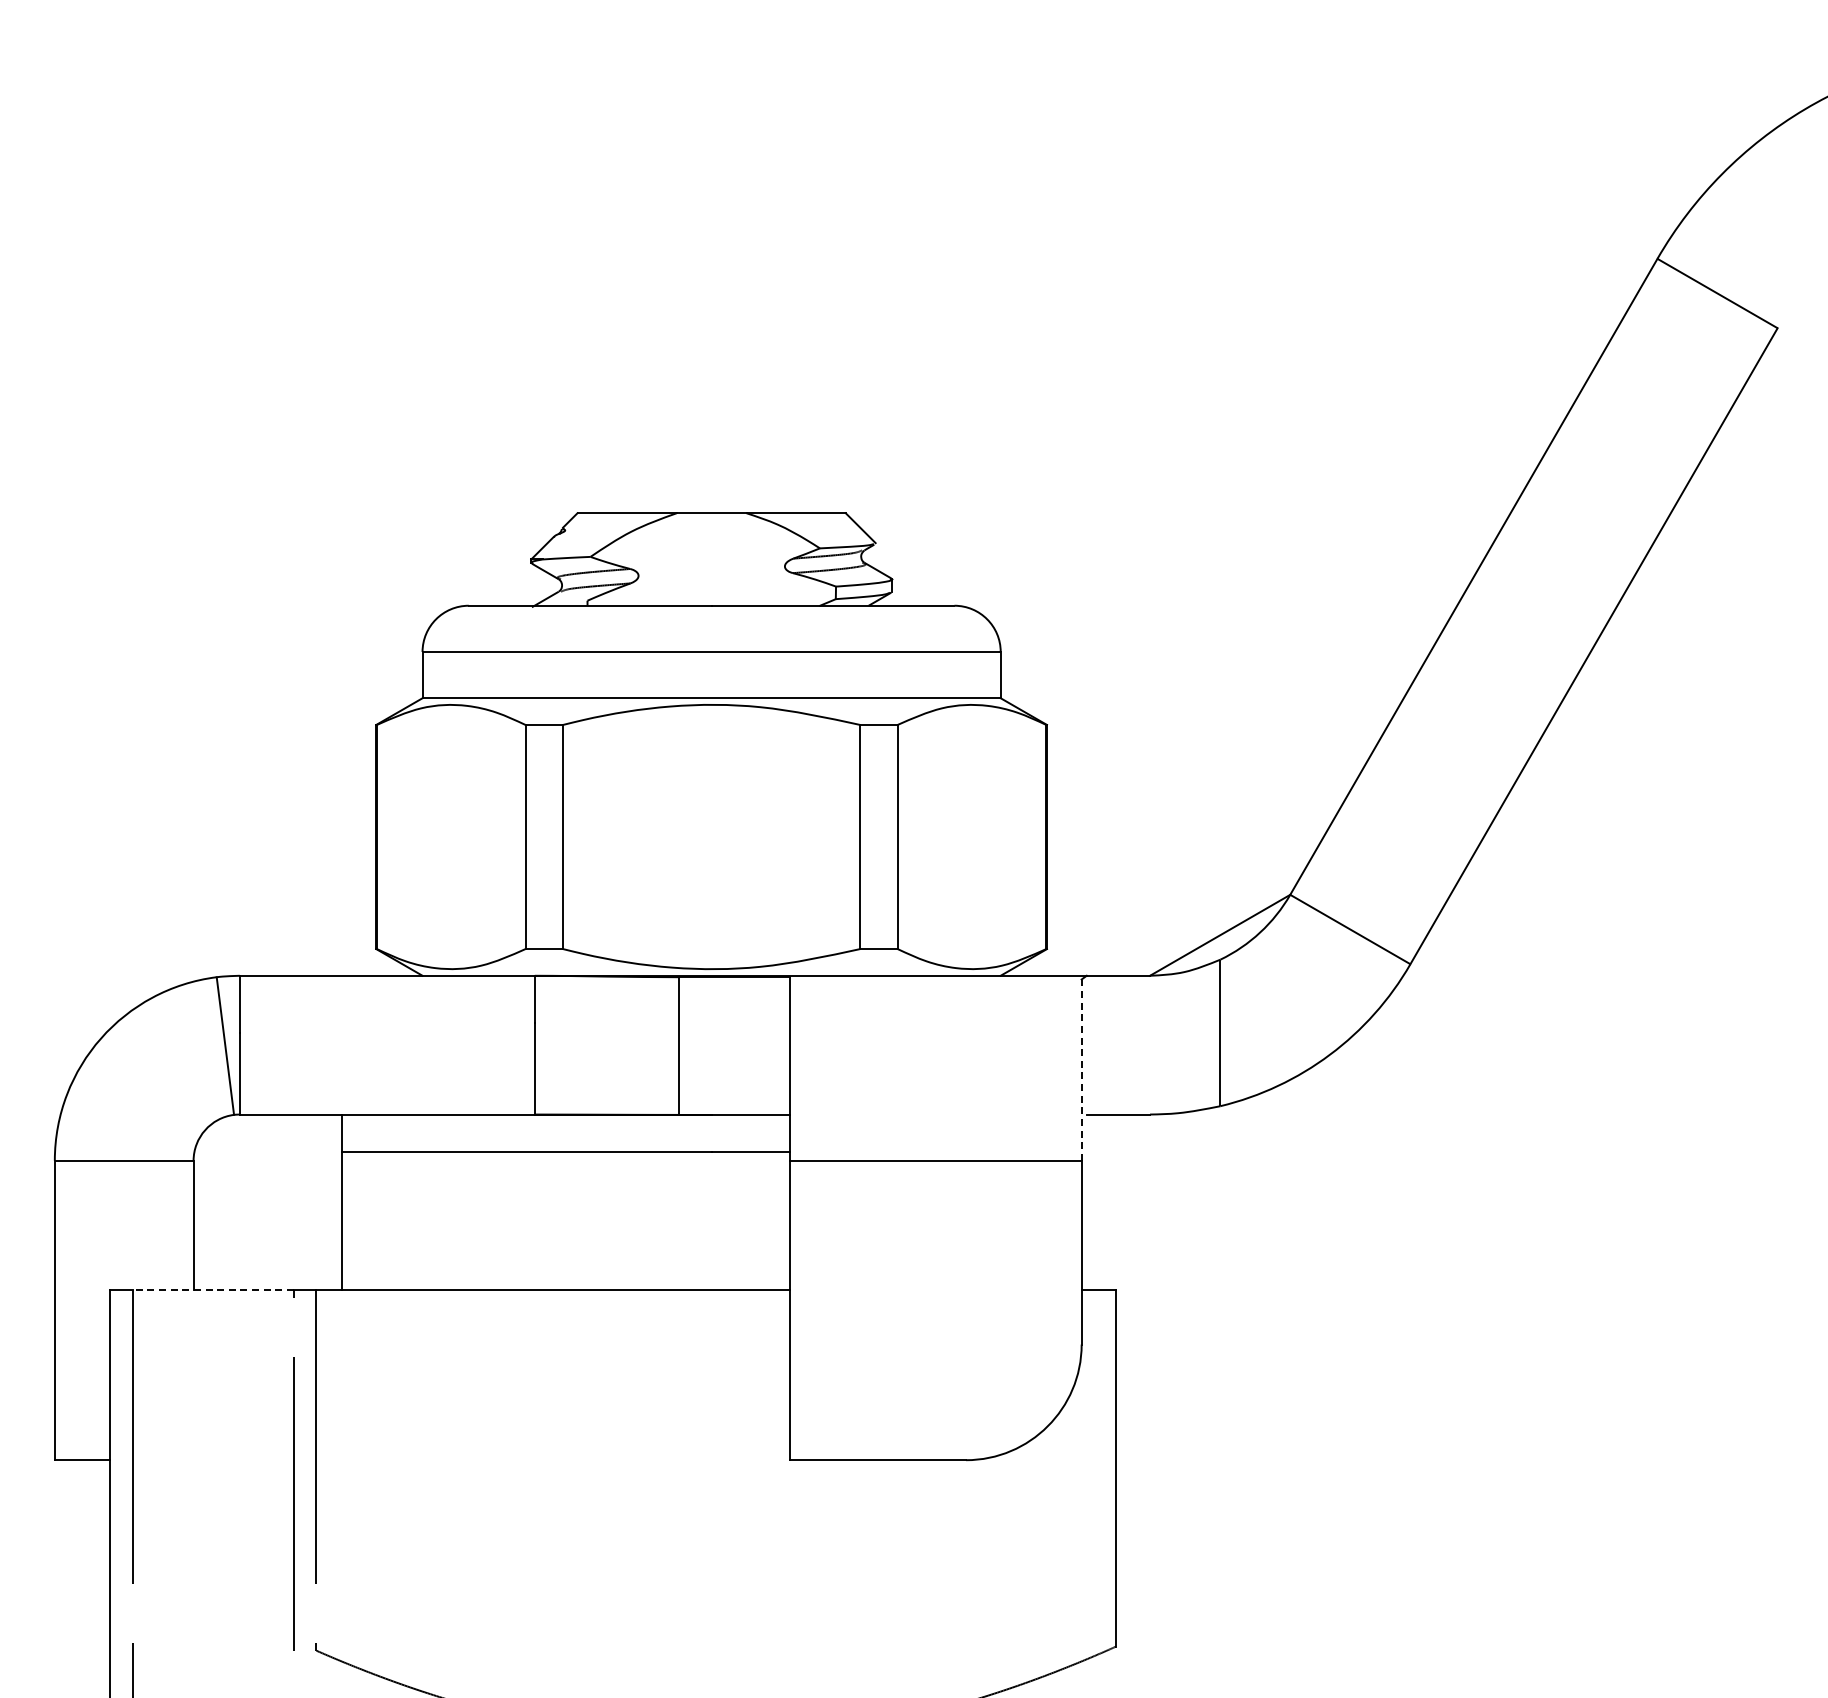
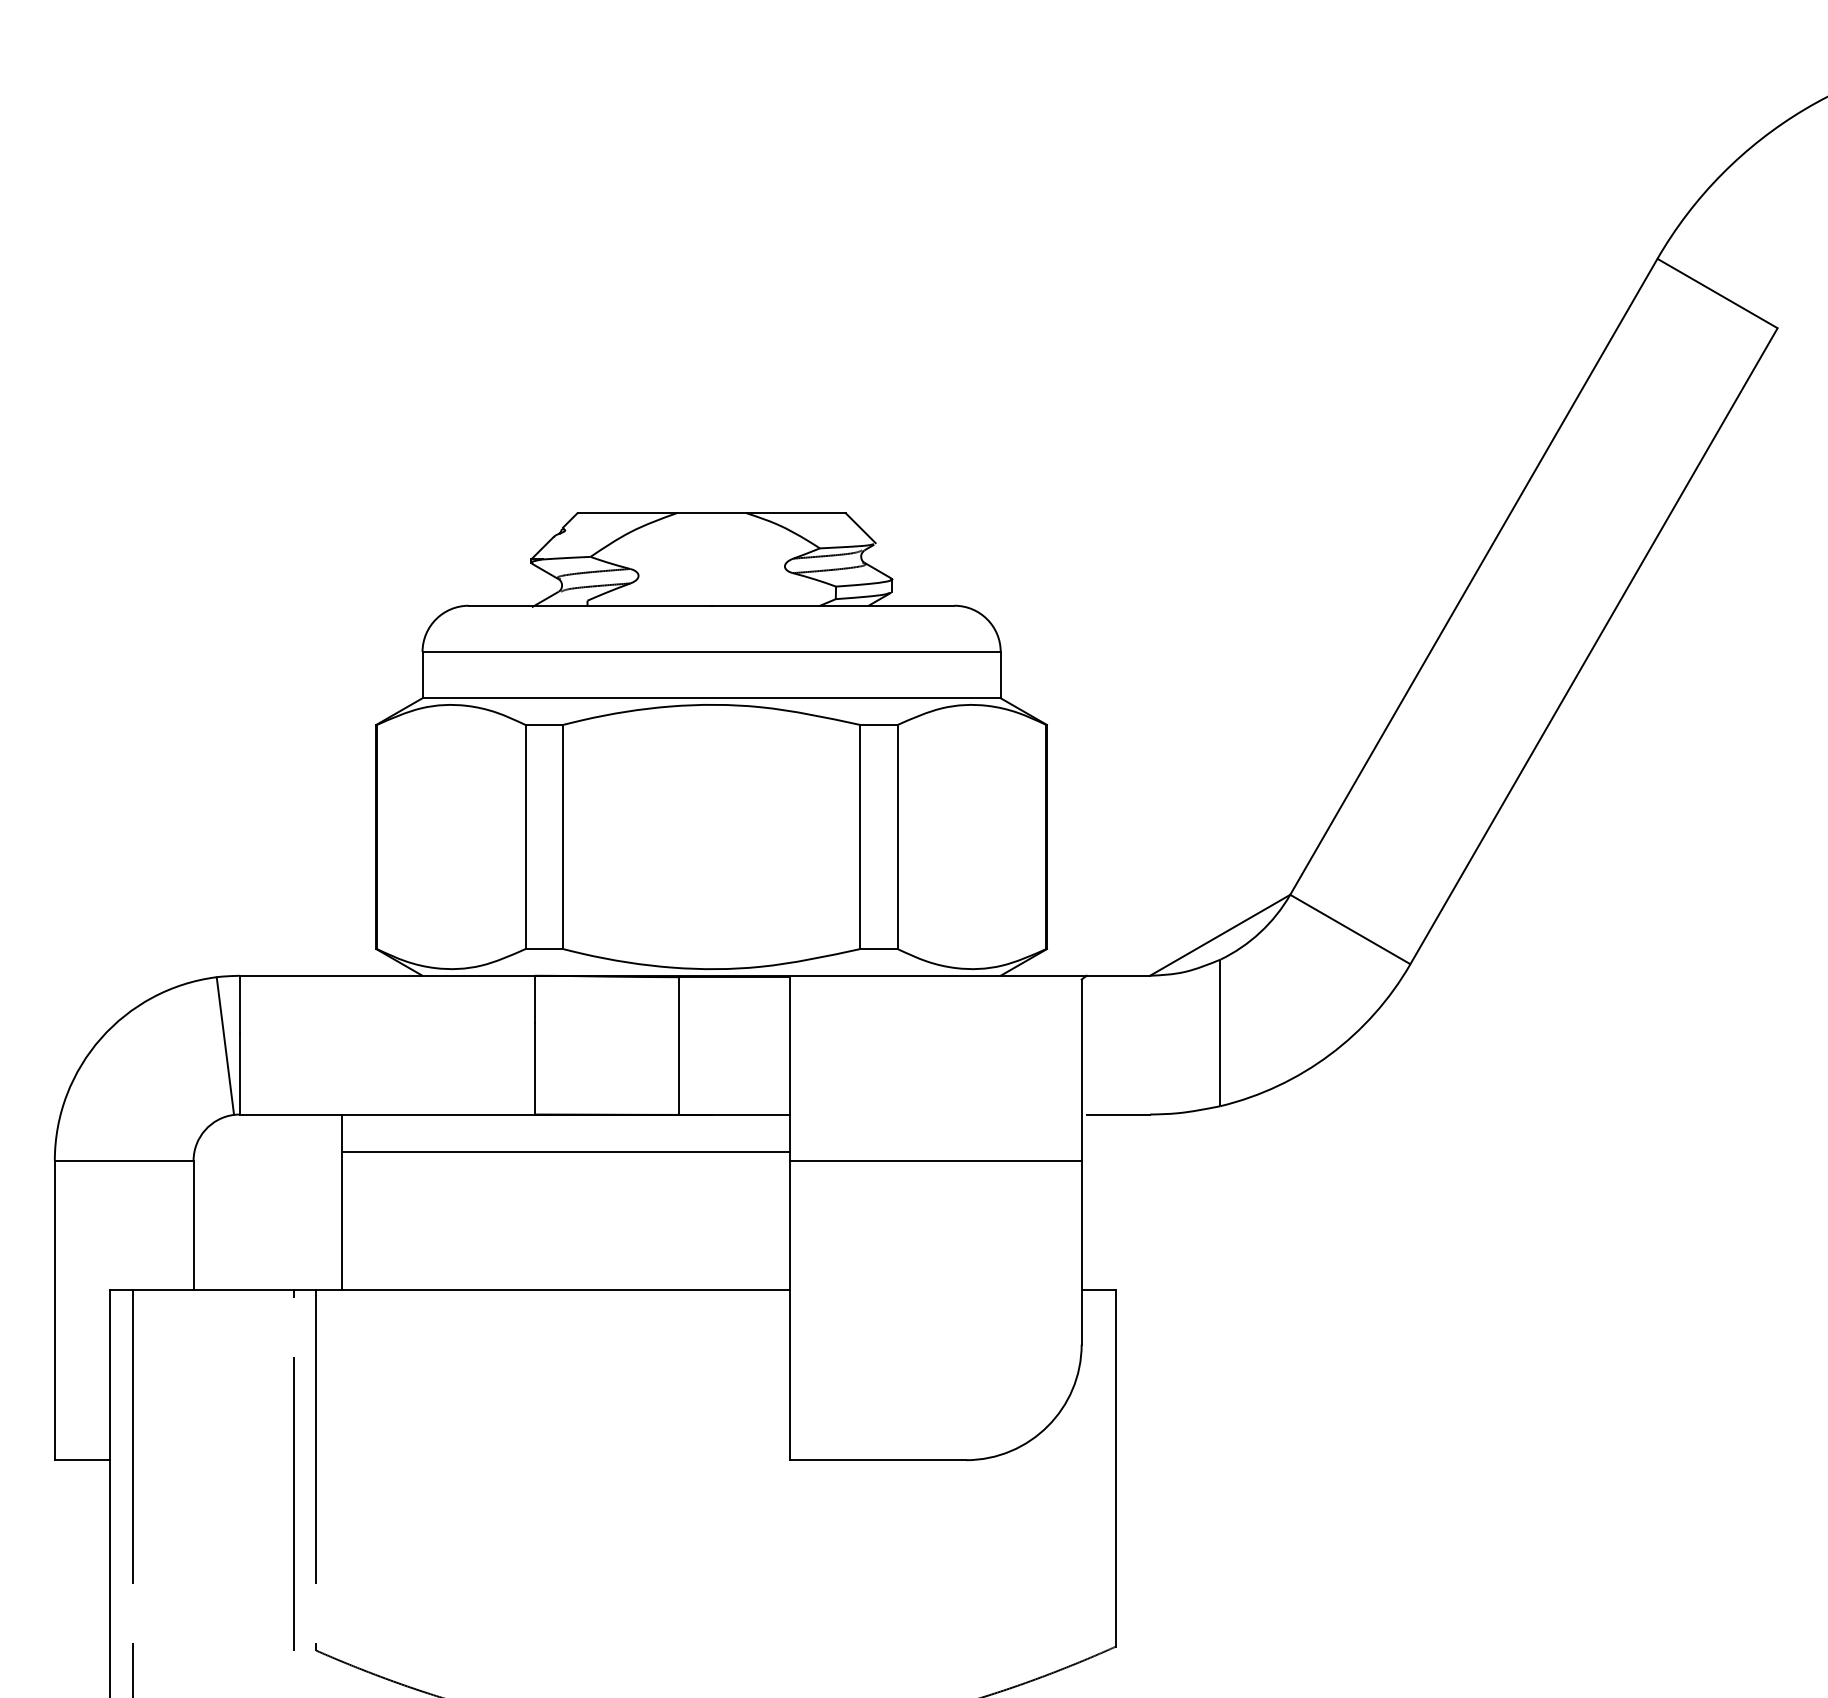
line at (1081, 1070): dashed -> solid
line at (213, 1290): dashed -> solid
